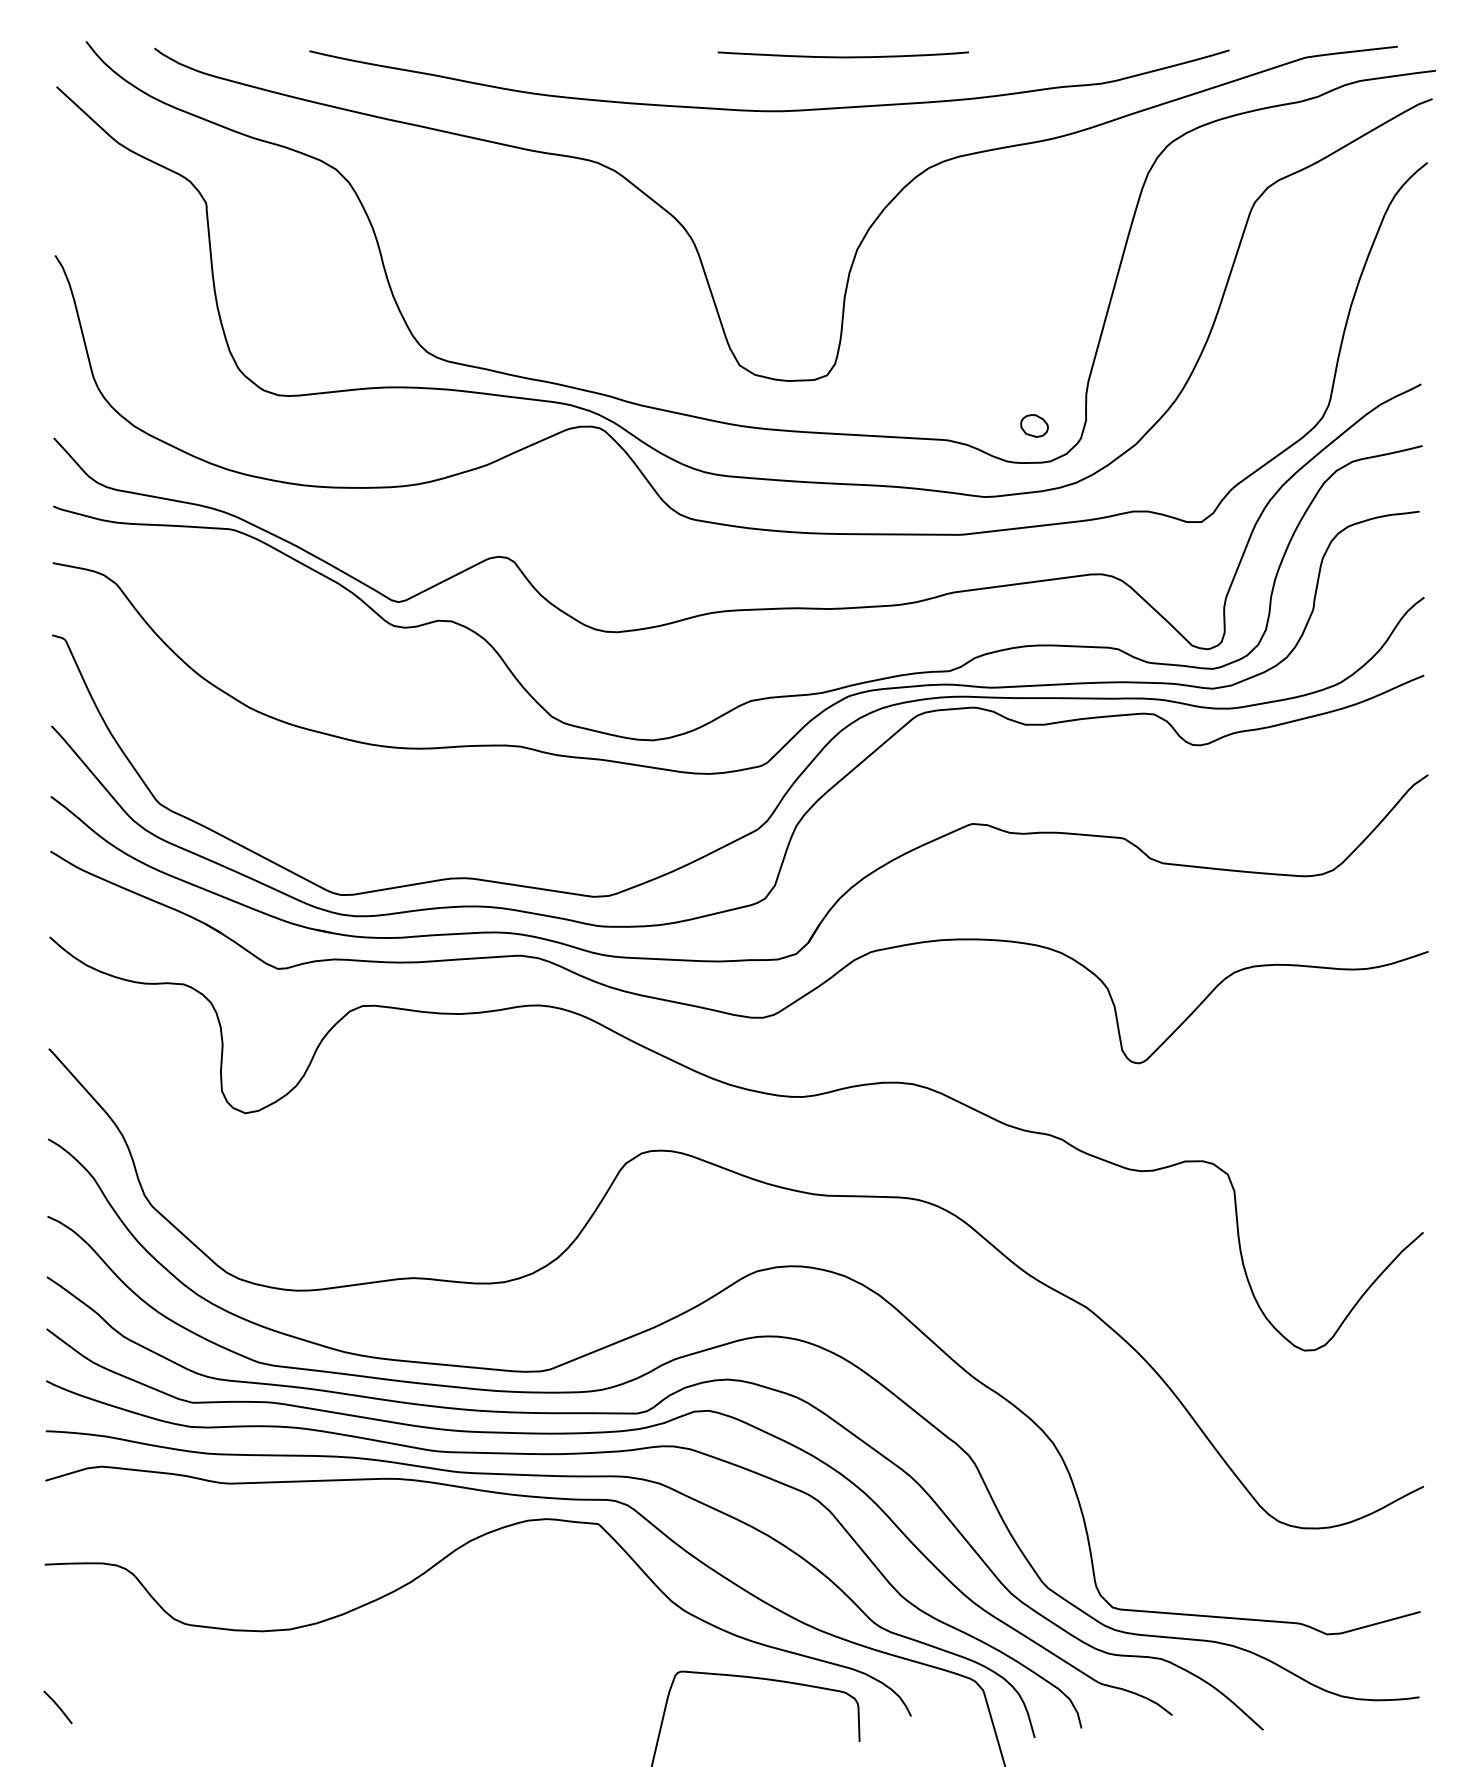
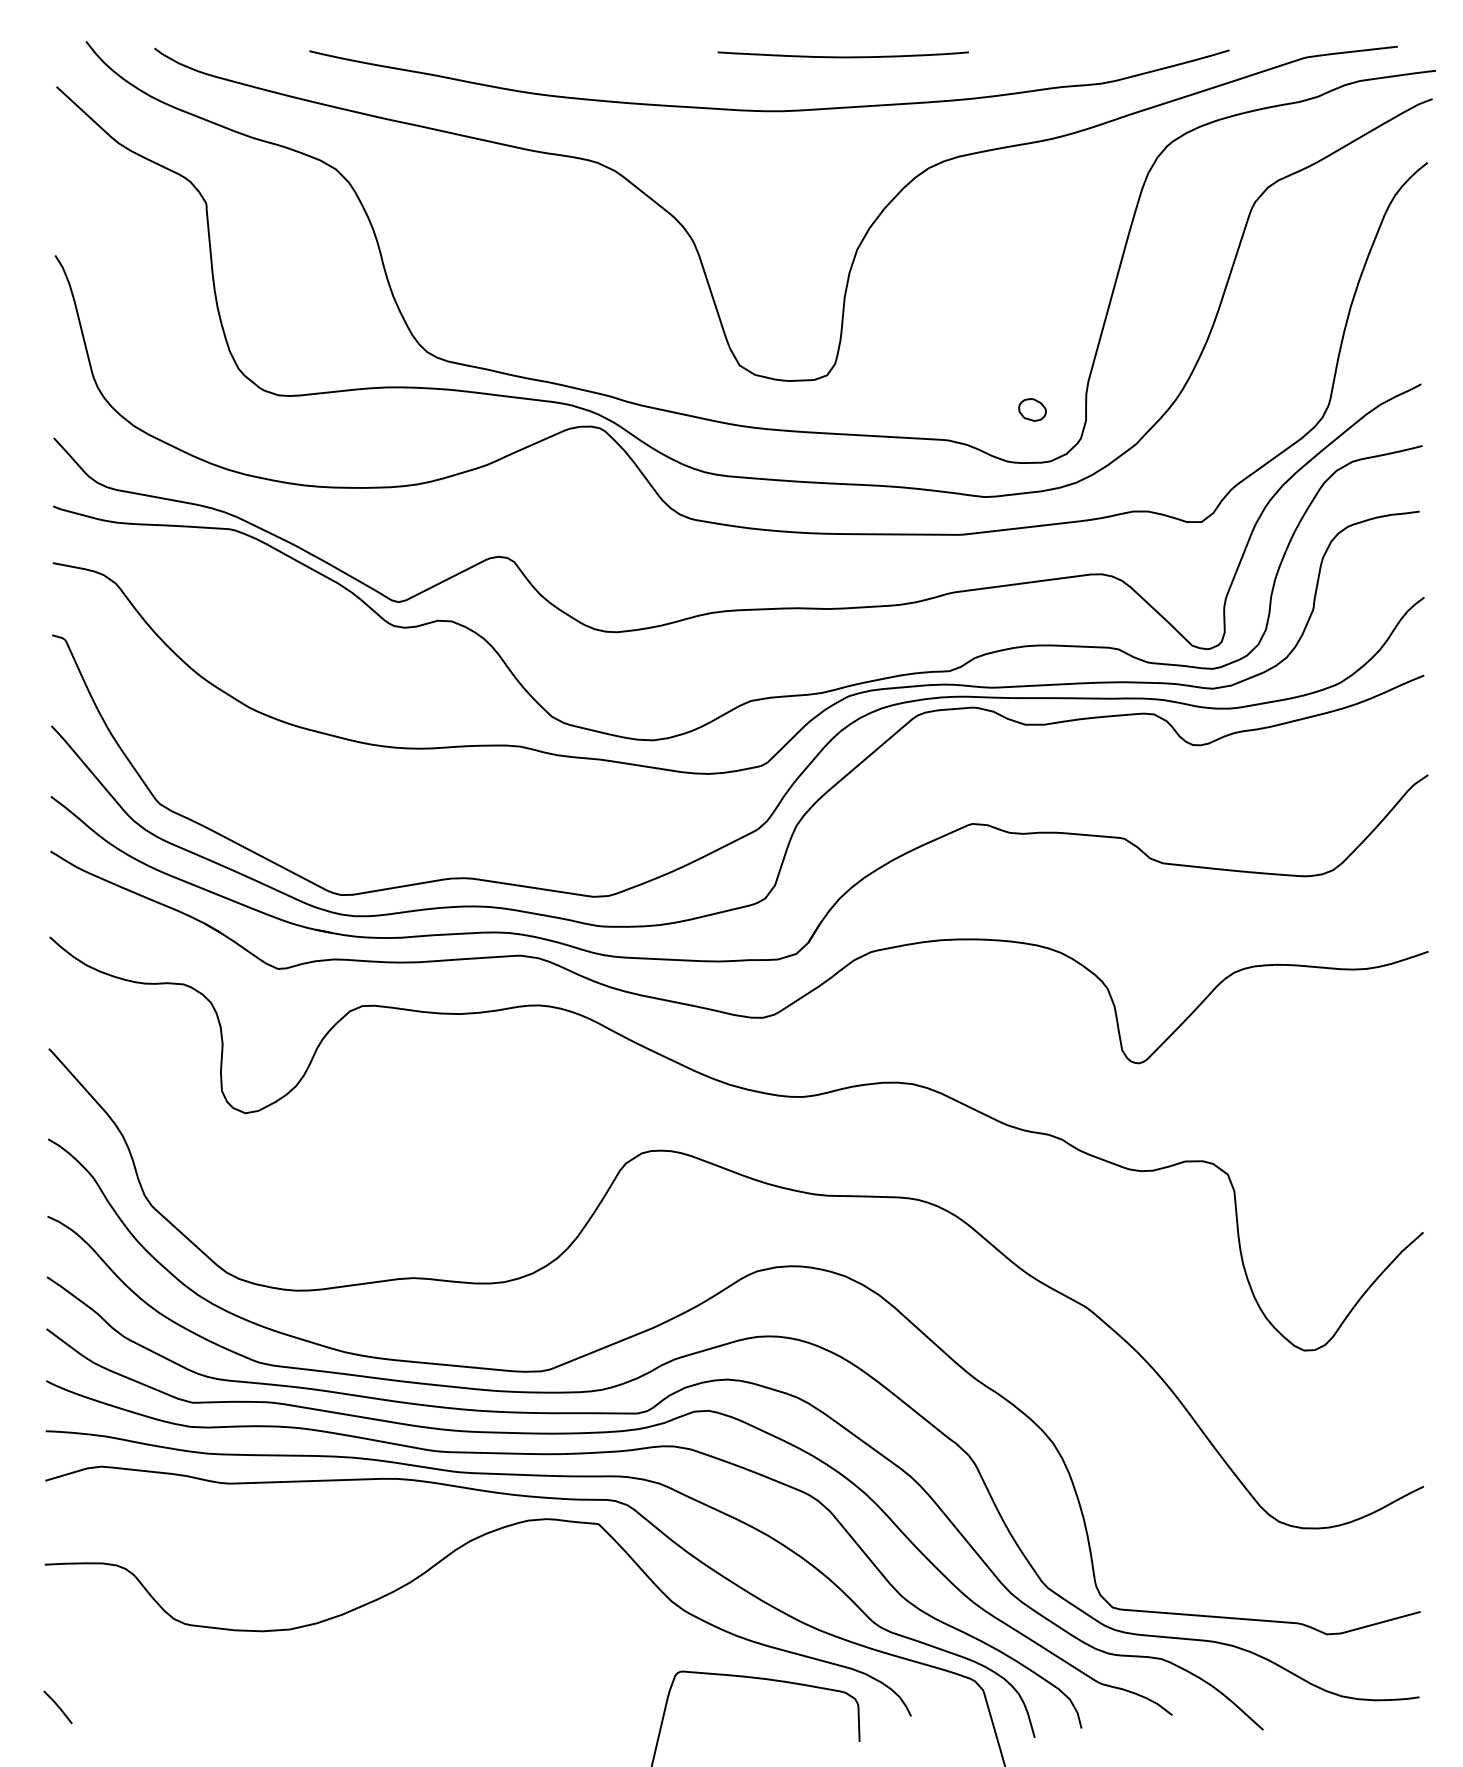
part at (1034, 425) position: (1034, 425) -> (1032, 409)
